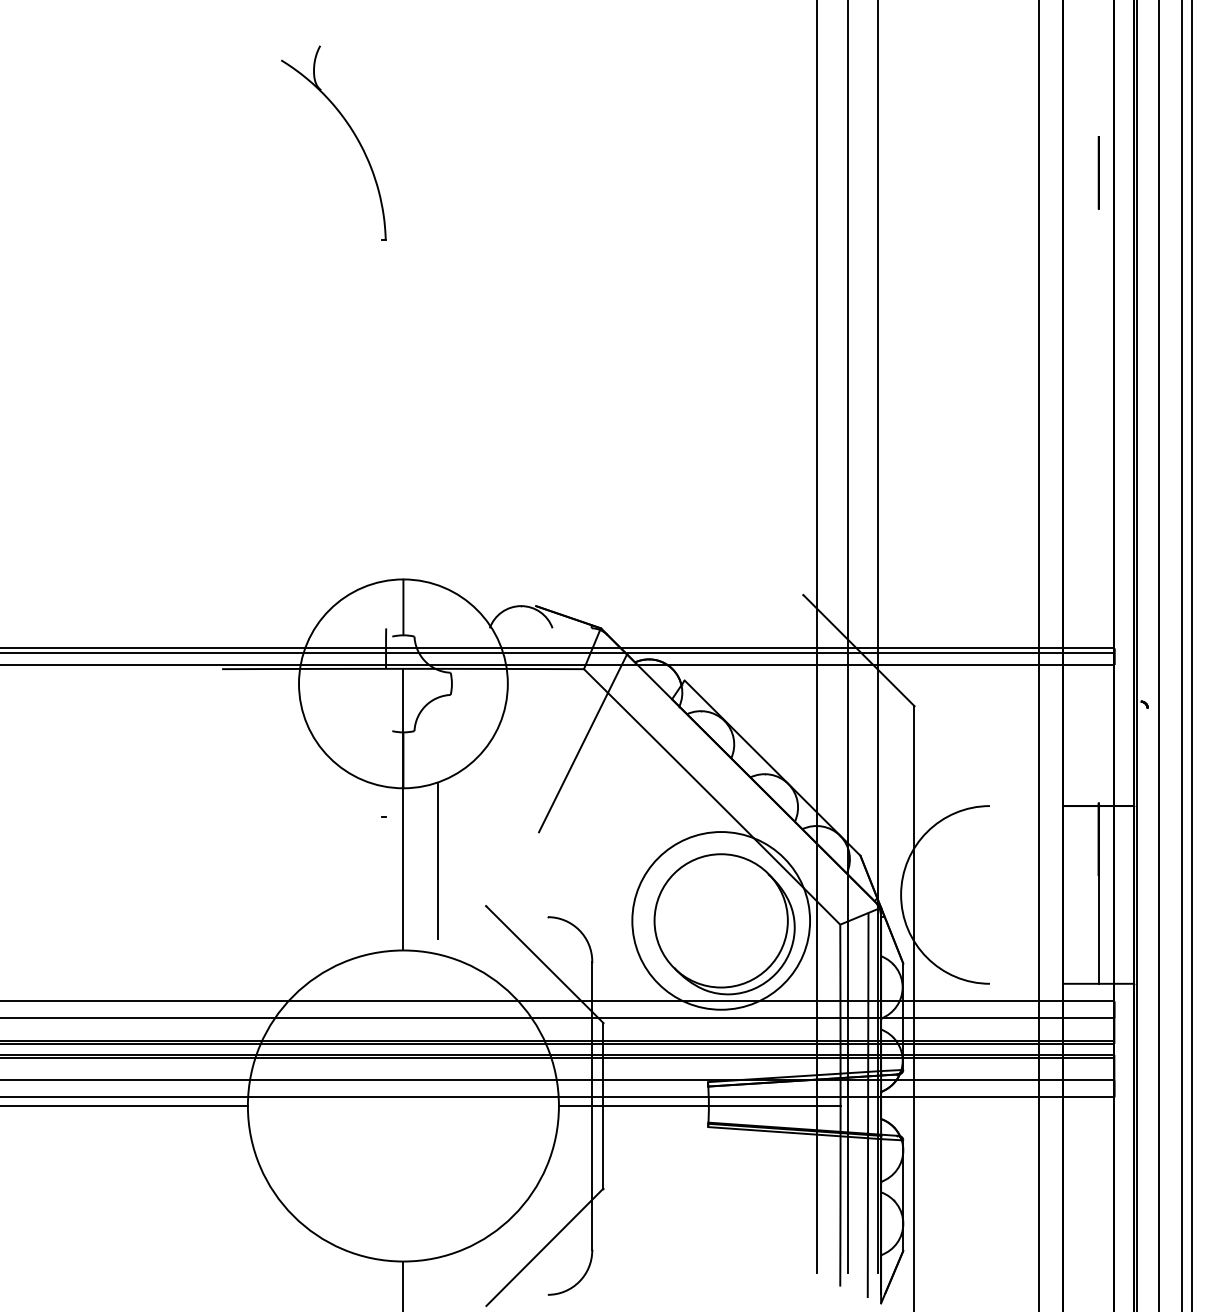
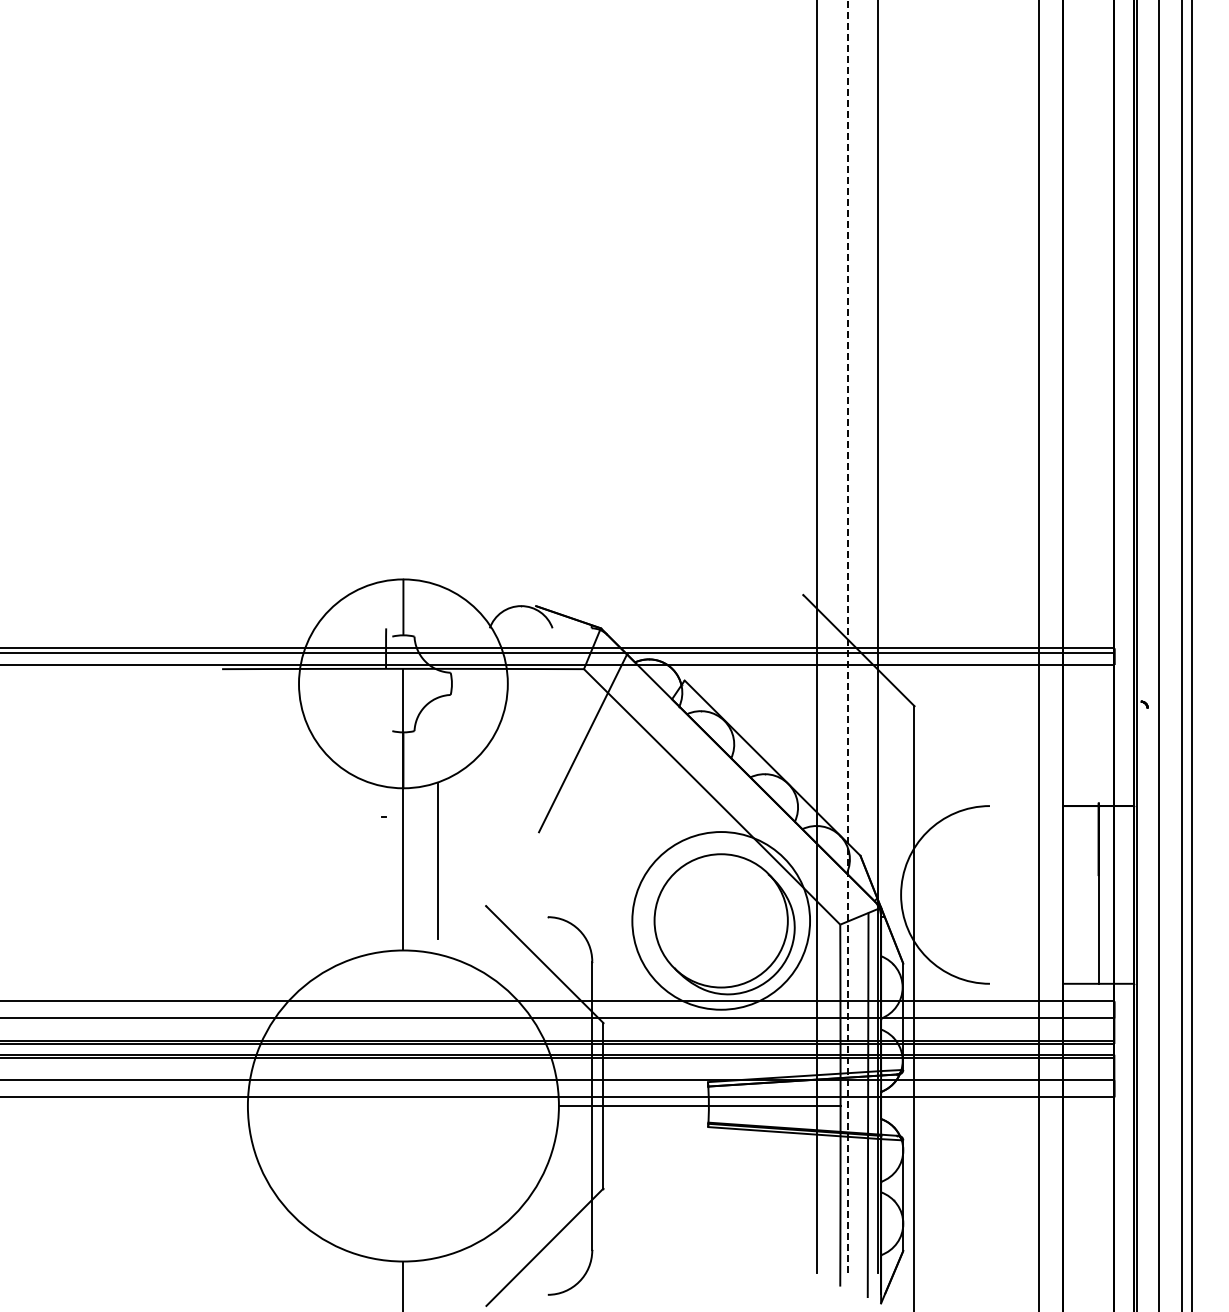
part at (351, 131): present -> none
circle at (1098, 172): present -> none
line at (847, 636): solid -> dashed
line at (124, 1106): present -> none
